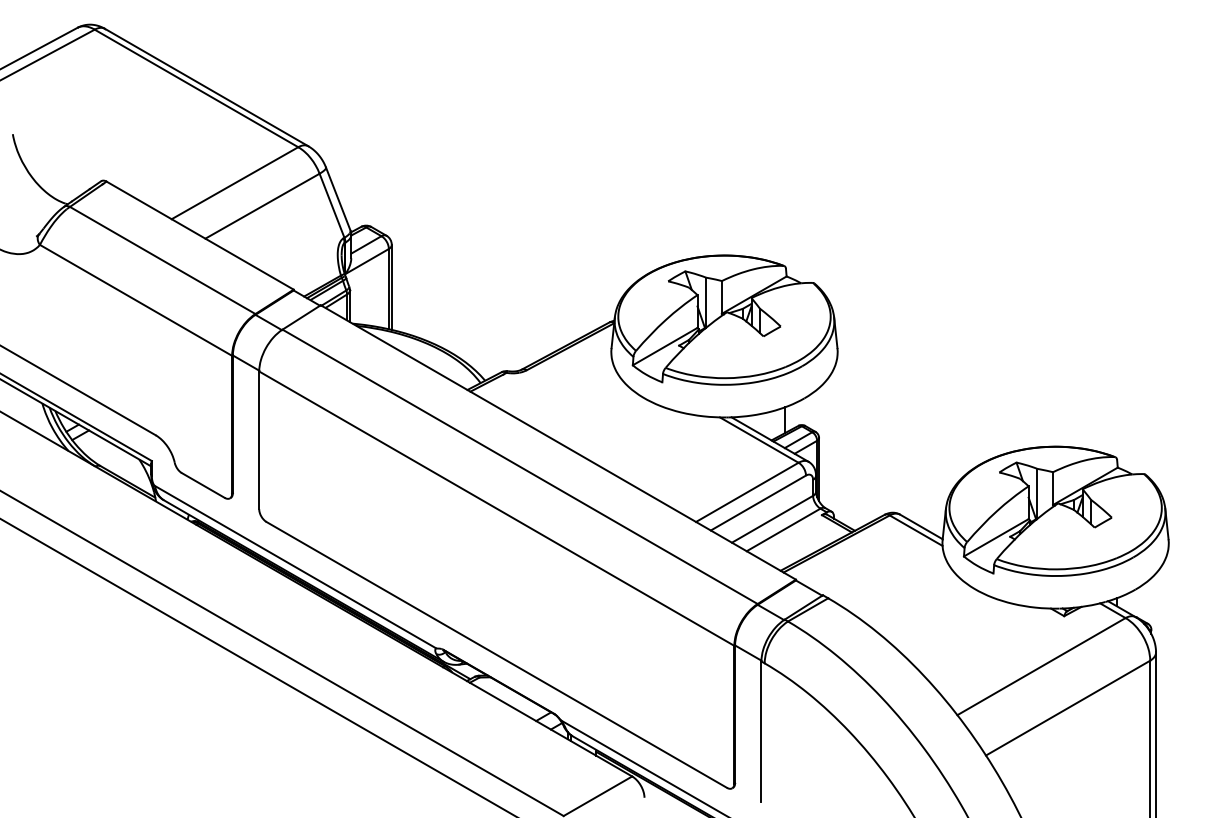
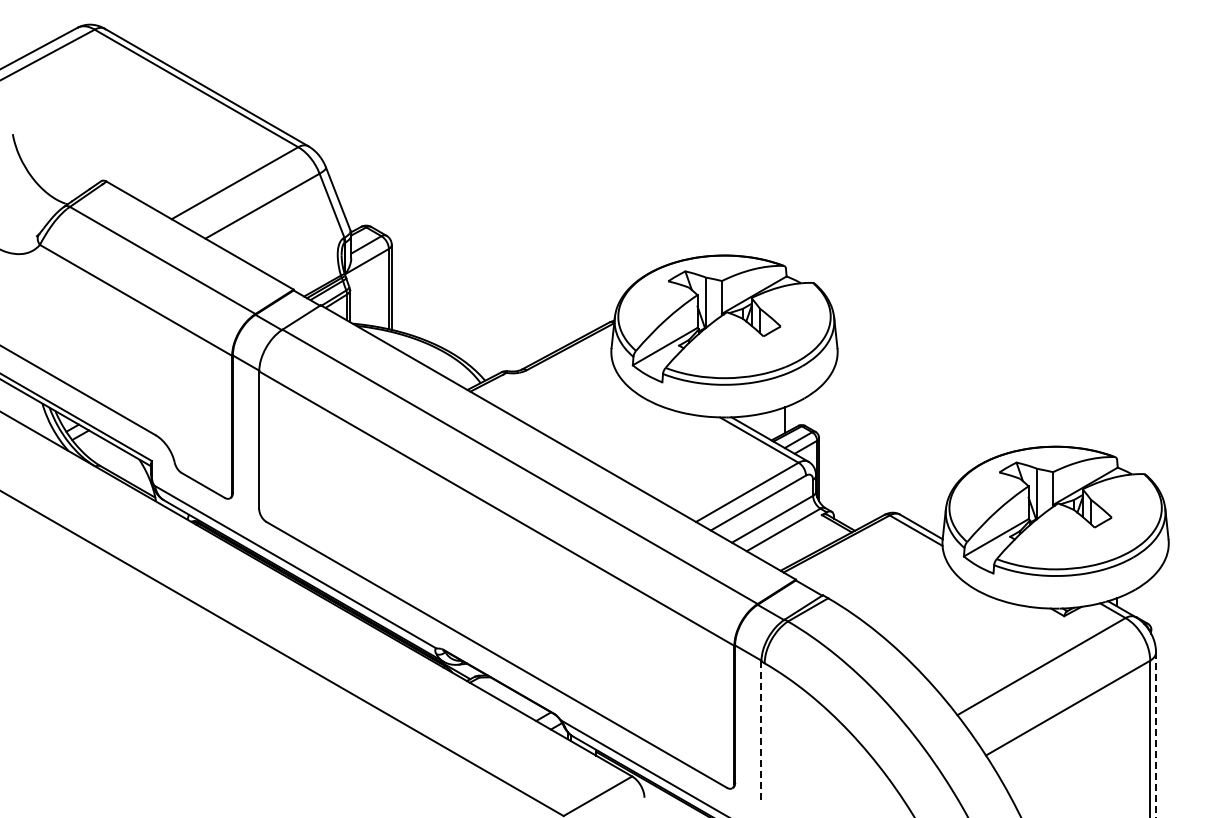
line at (257, 667): present -> none
line at (761, 732): solid -> dashed
line at (1156, 735): solid -> dashed
